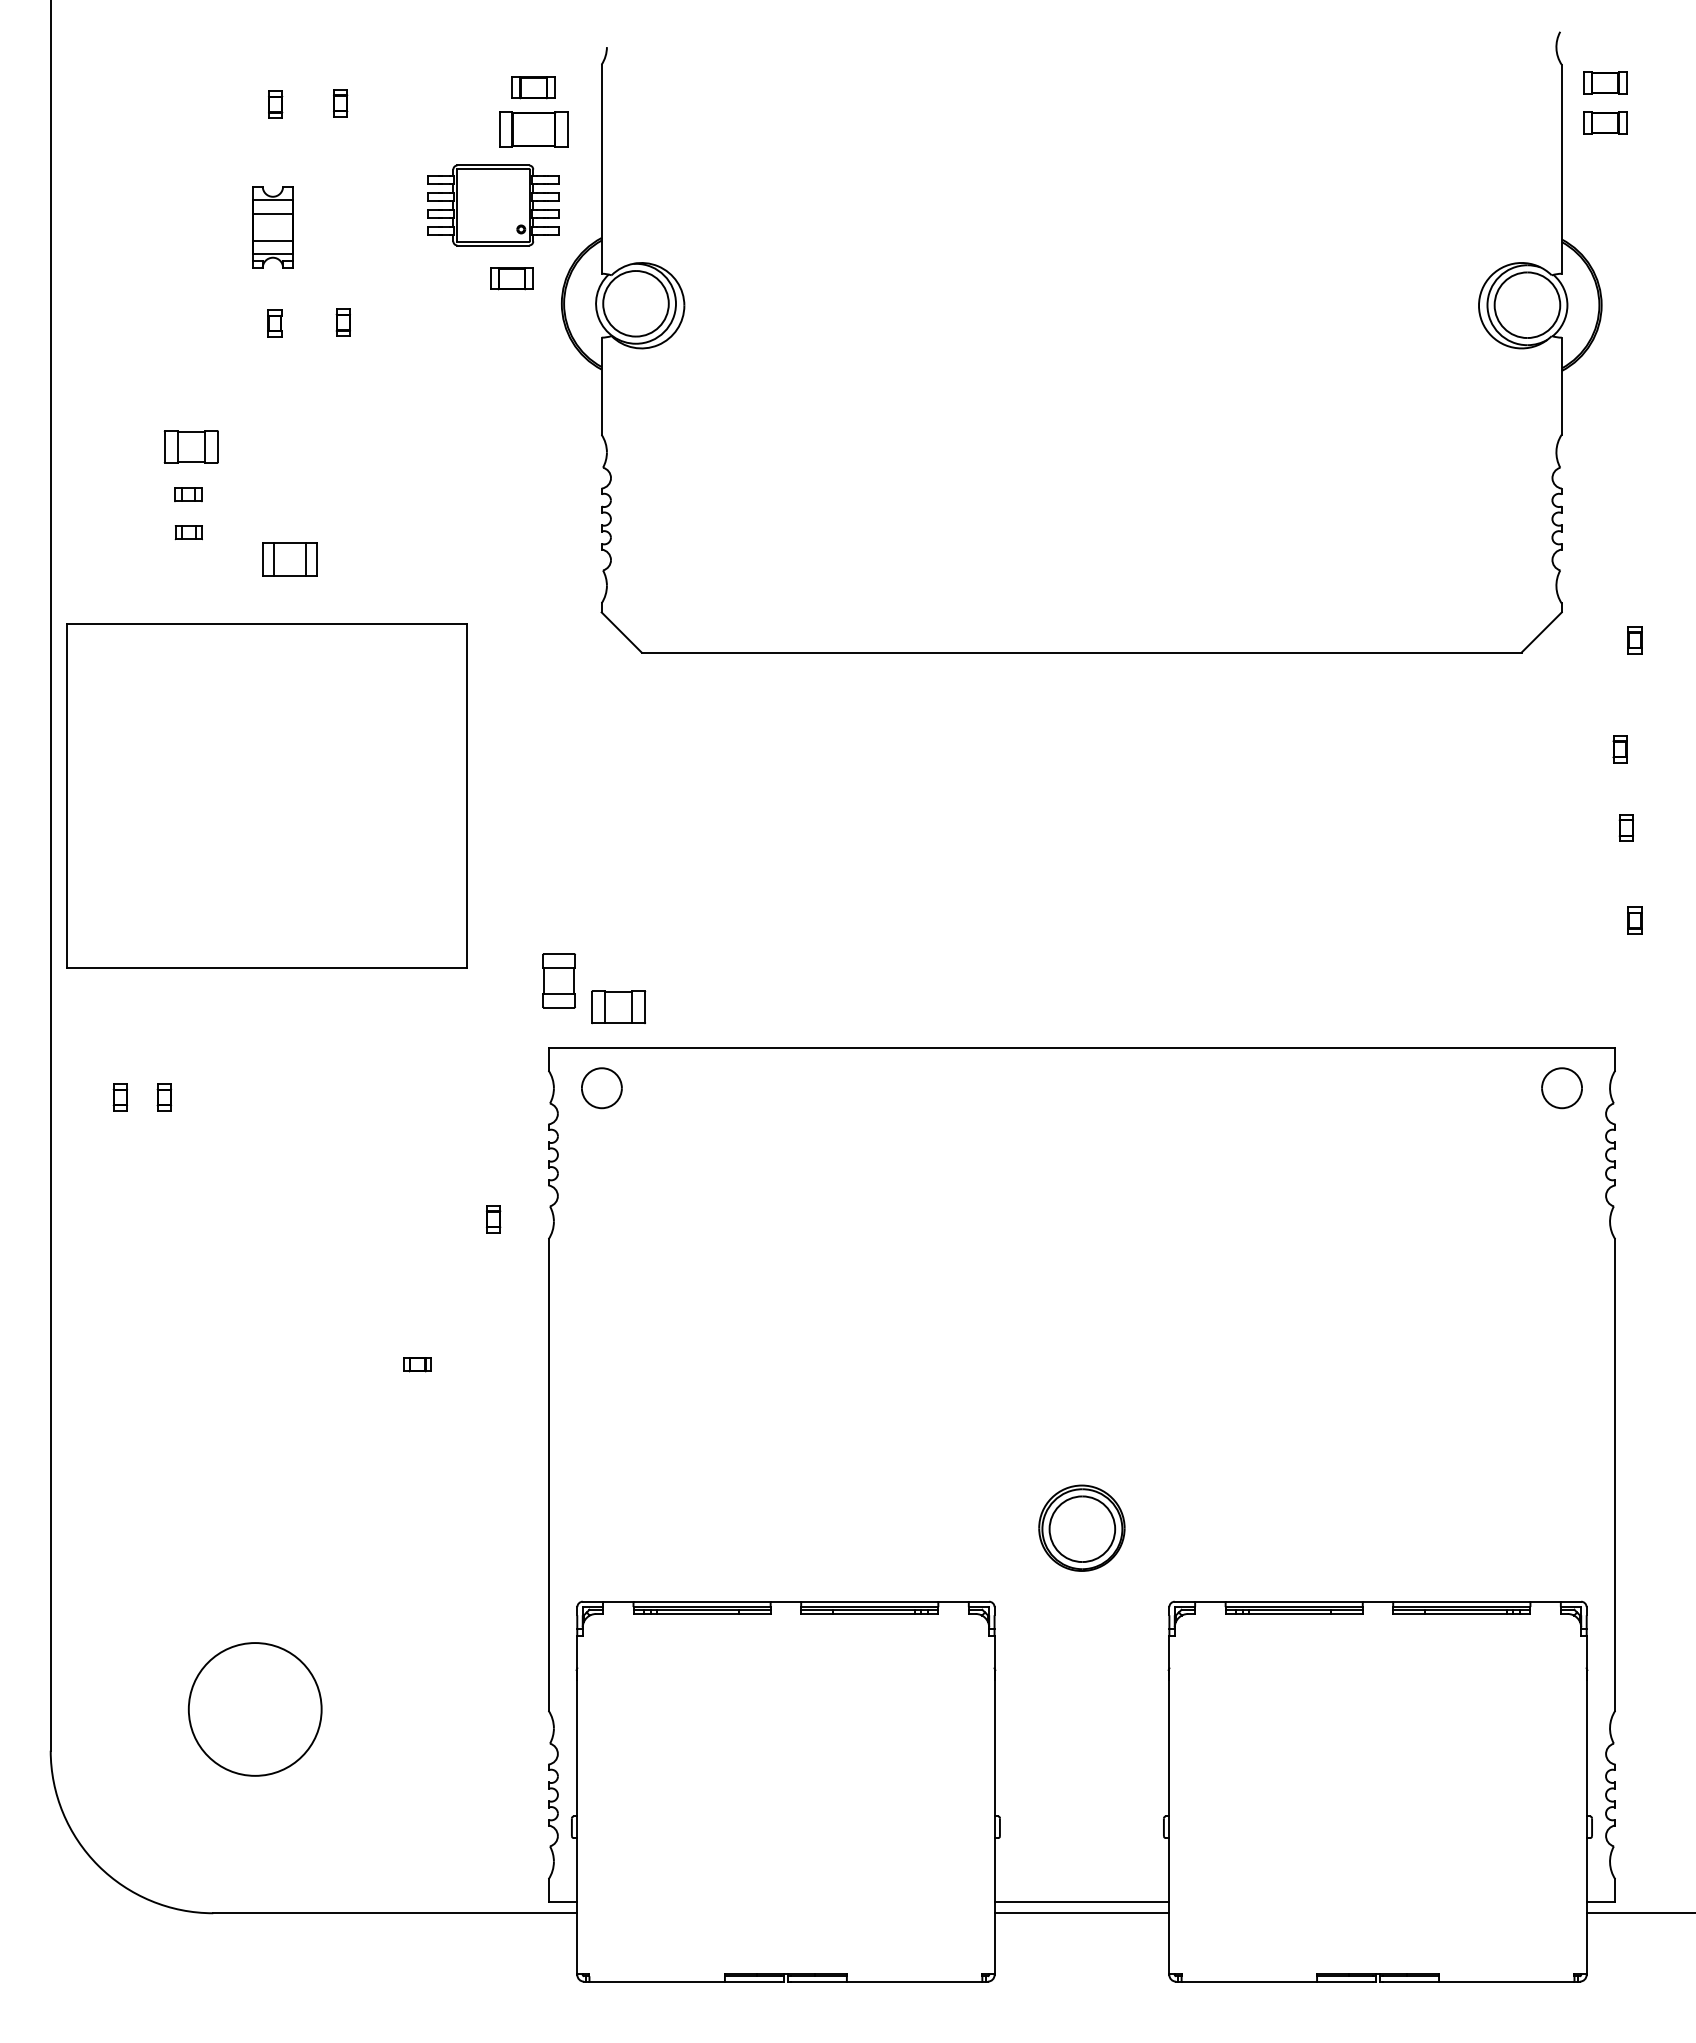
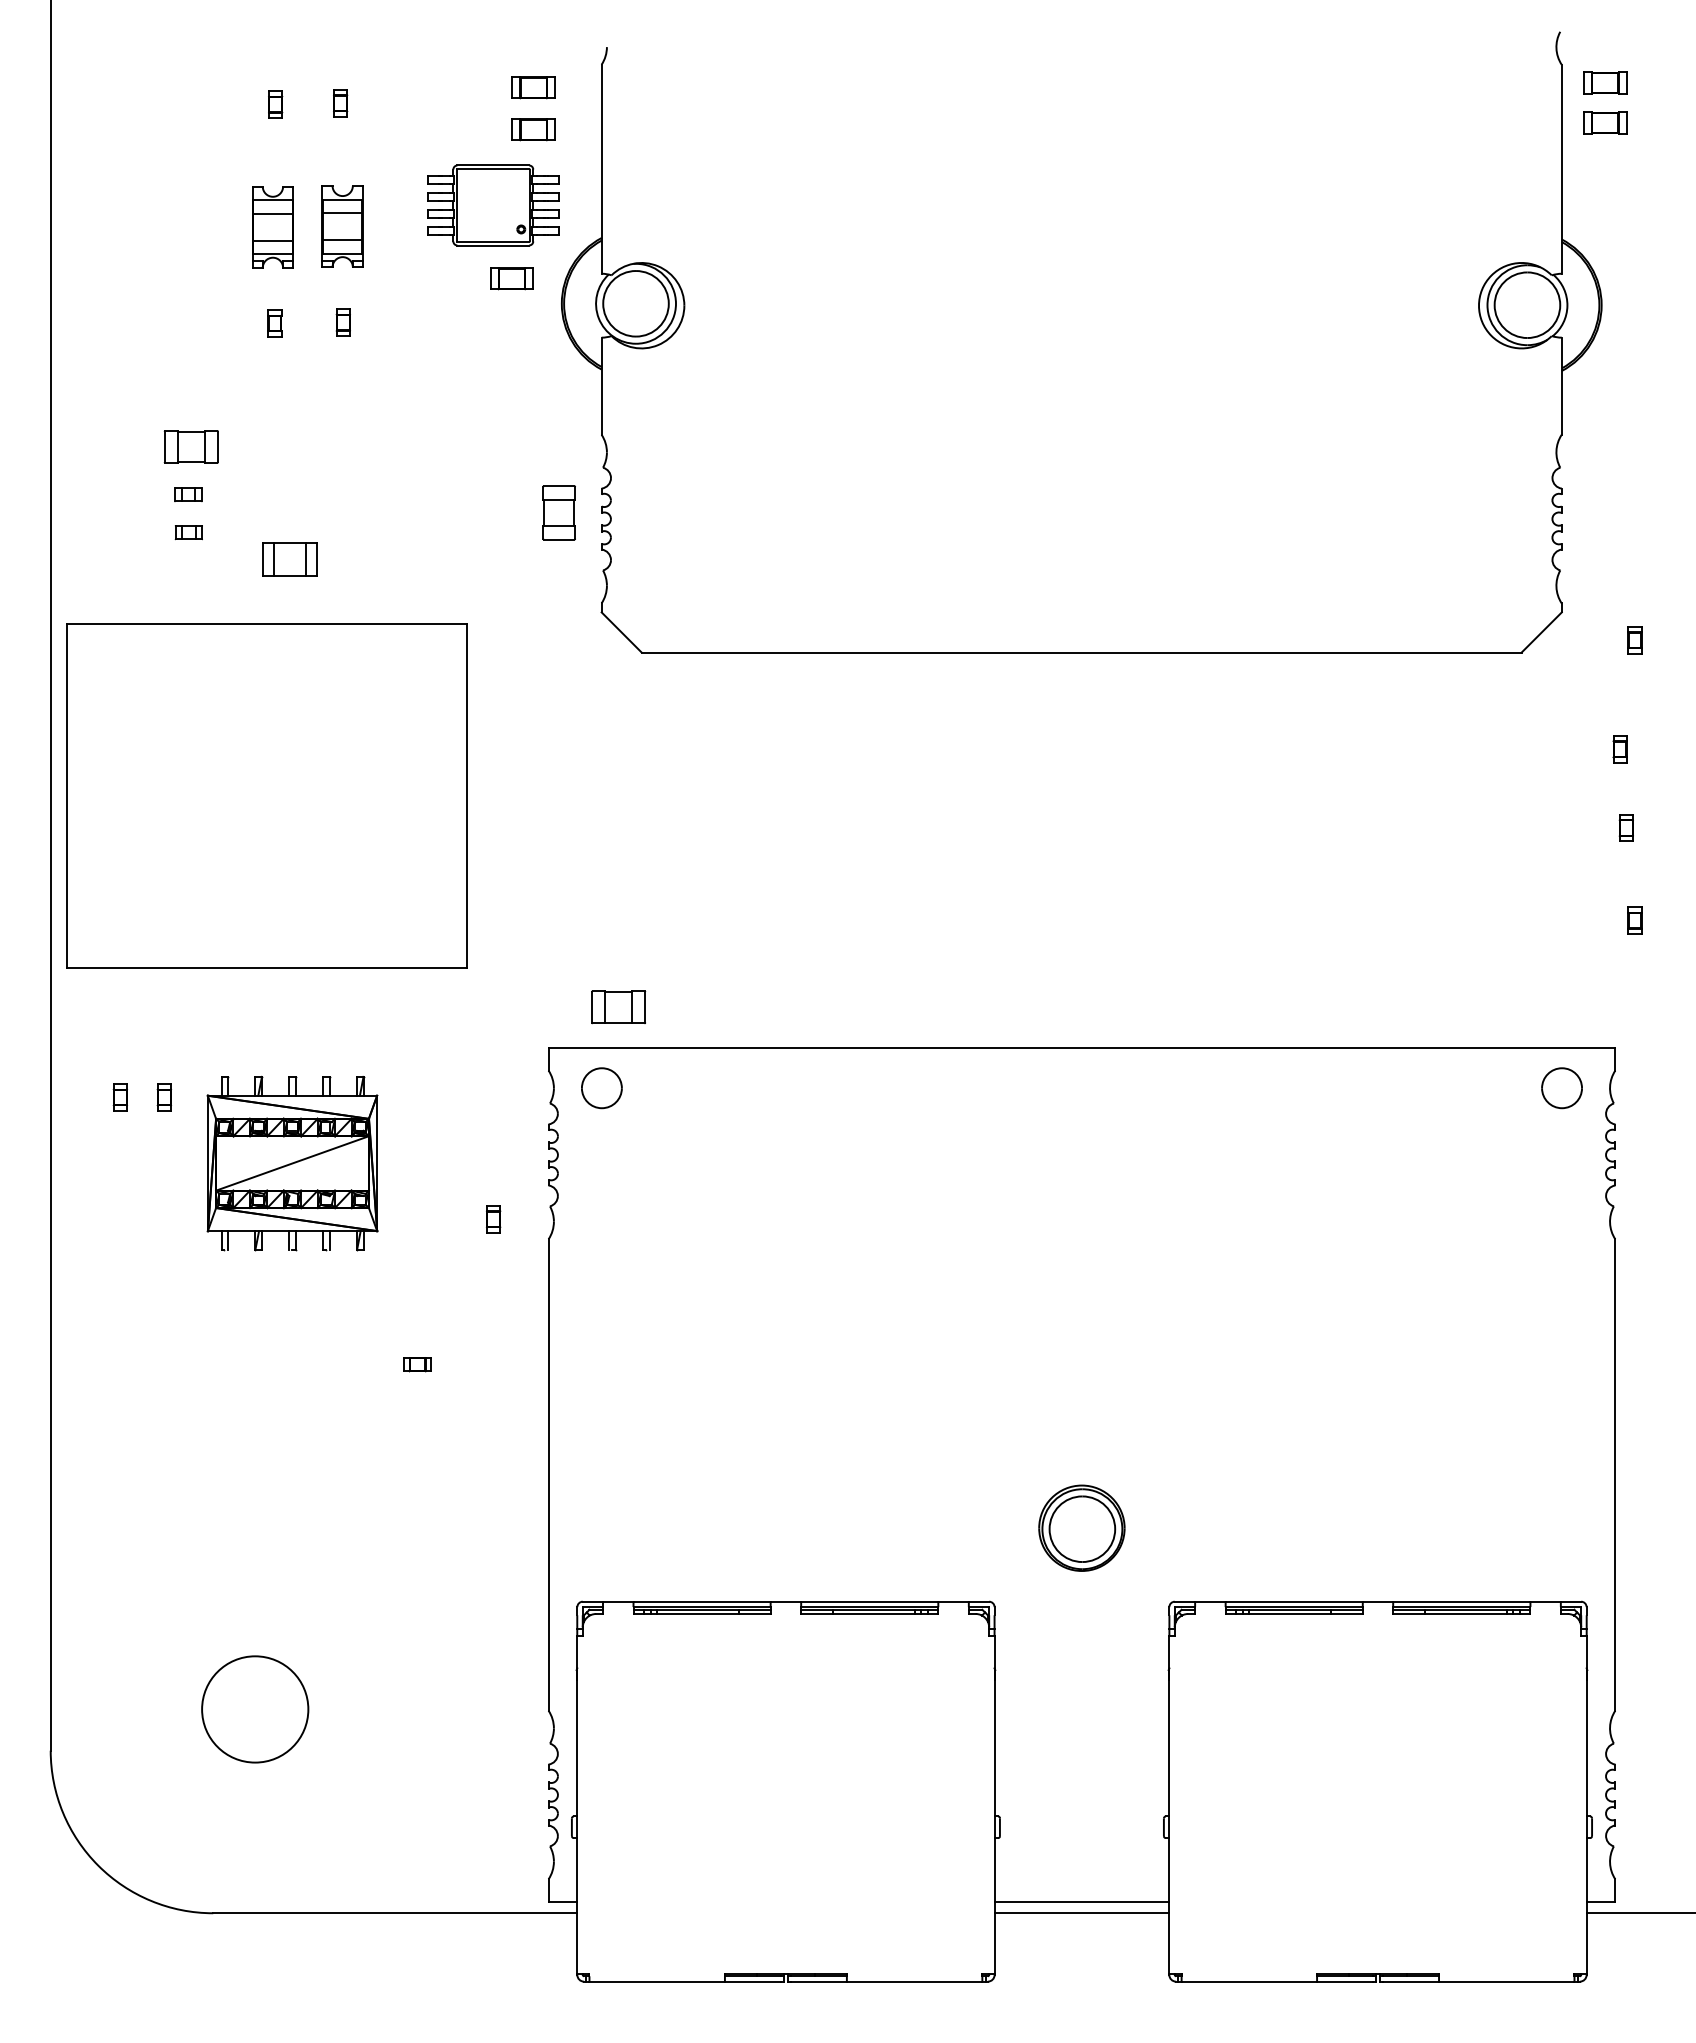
part at (533, 129) size: 70x37 px -> 45x24 px
part at (342, 226): none -> present
part at (558, 980) position: (558, 980) -> (558, 512)
part at (292, 1163): none -> present
circle at (254, 1709) diameter: 133 px -> 106 px
